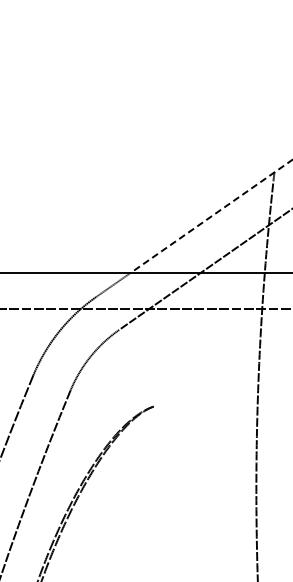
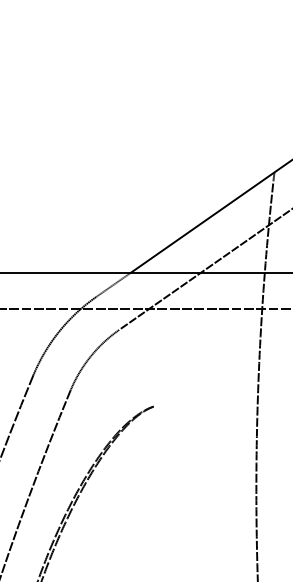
line at (211, 216): dashed -> solid
